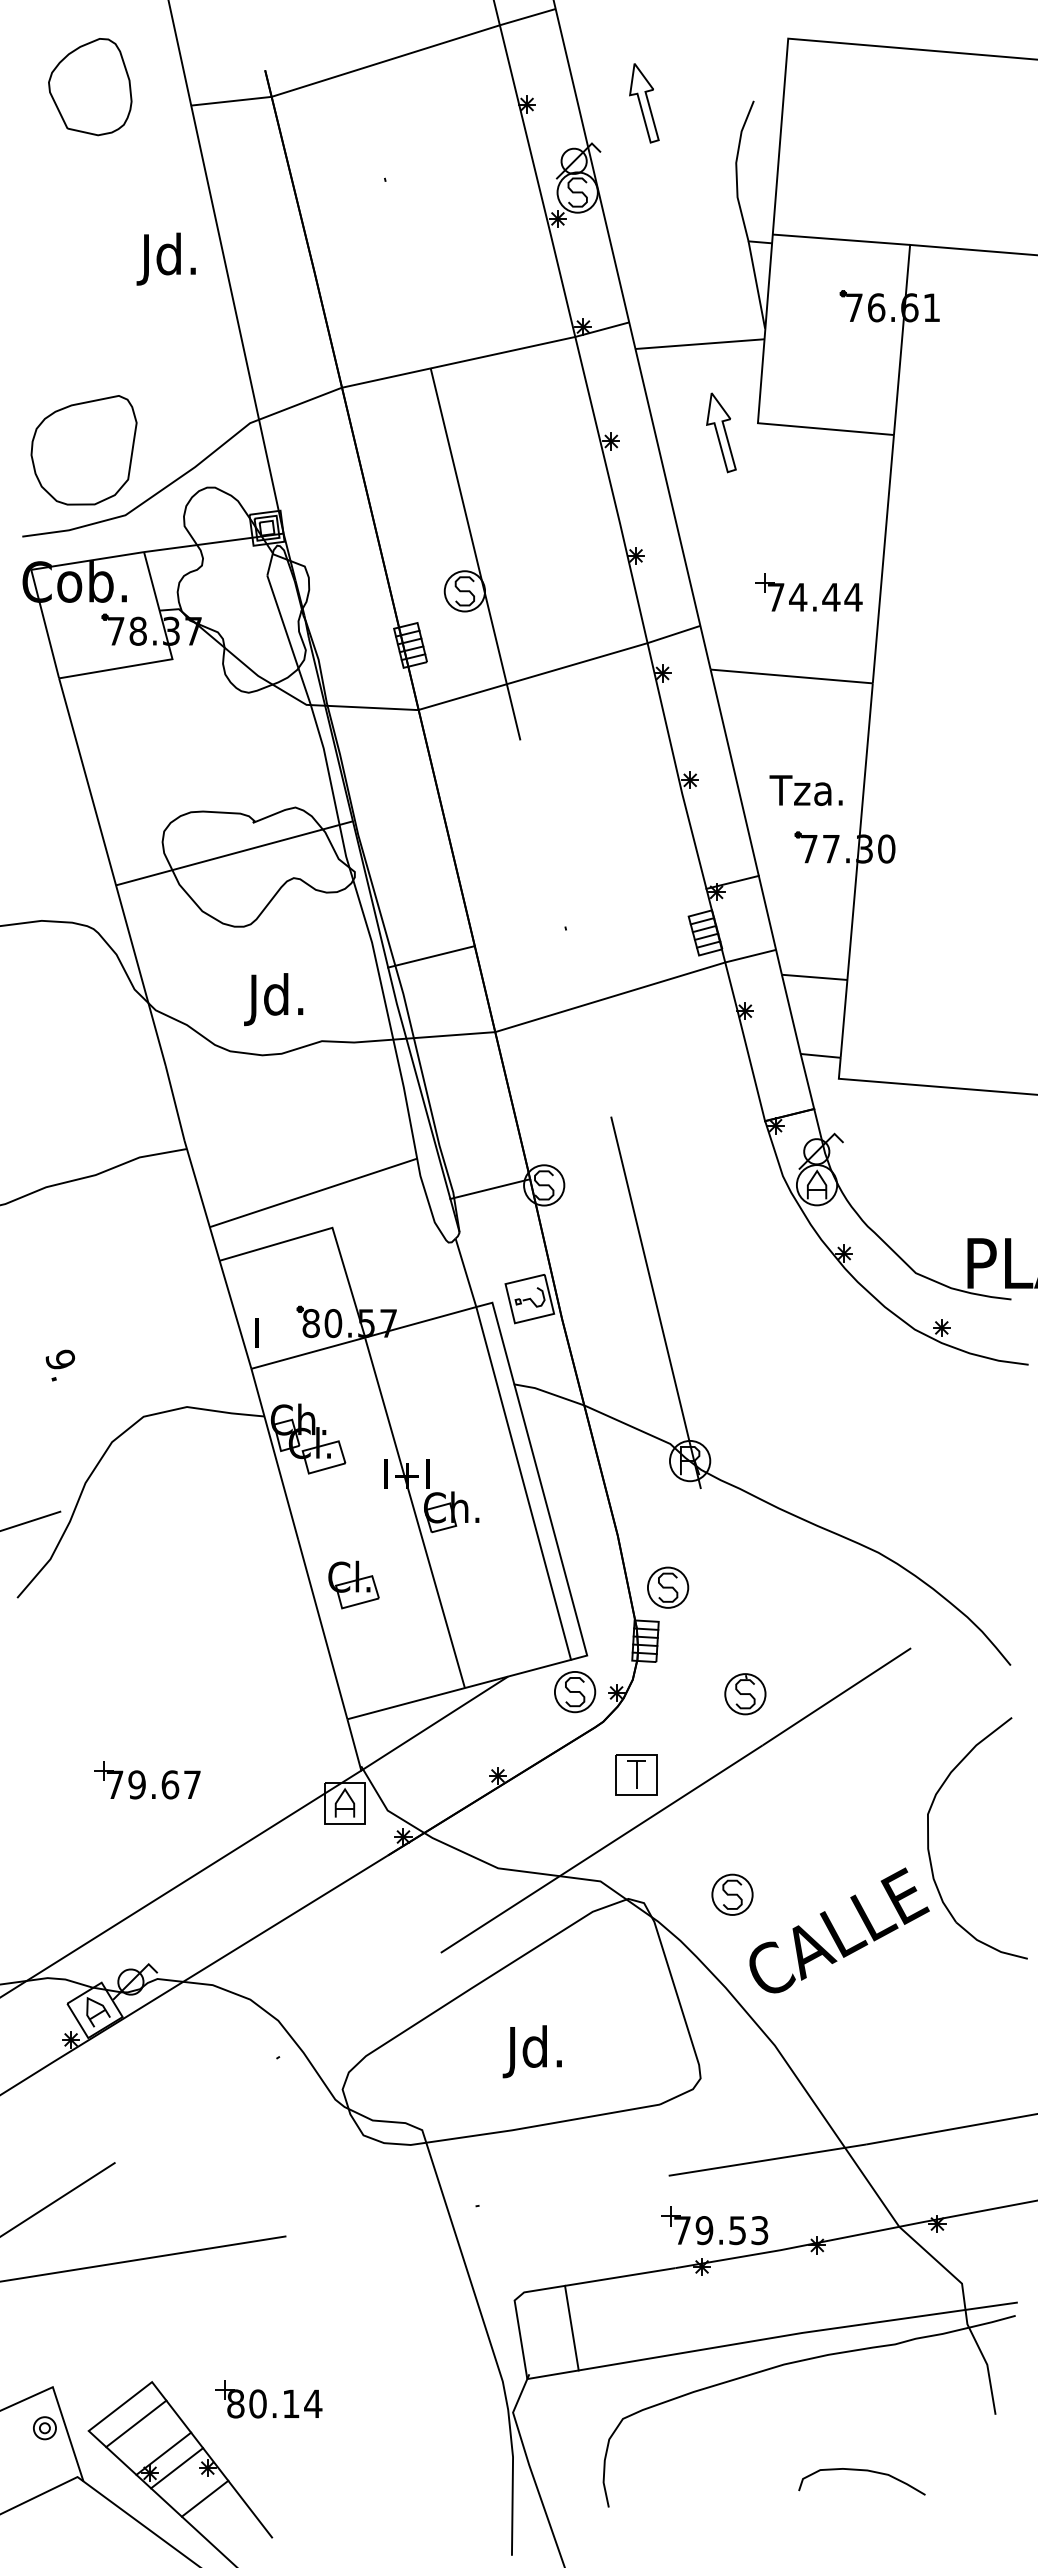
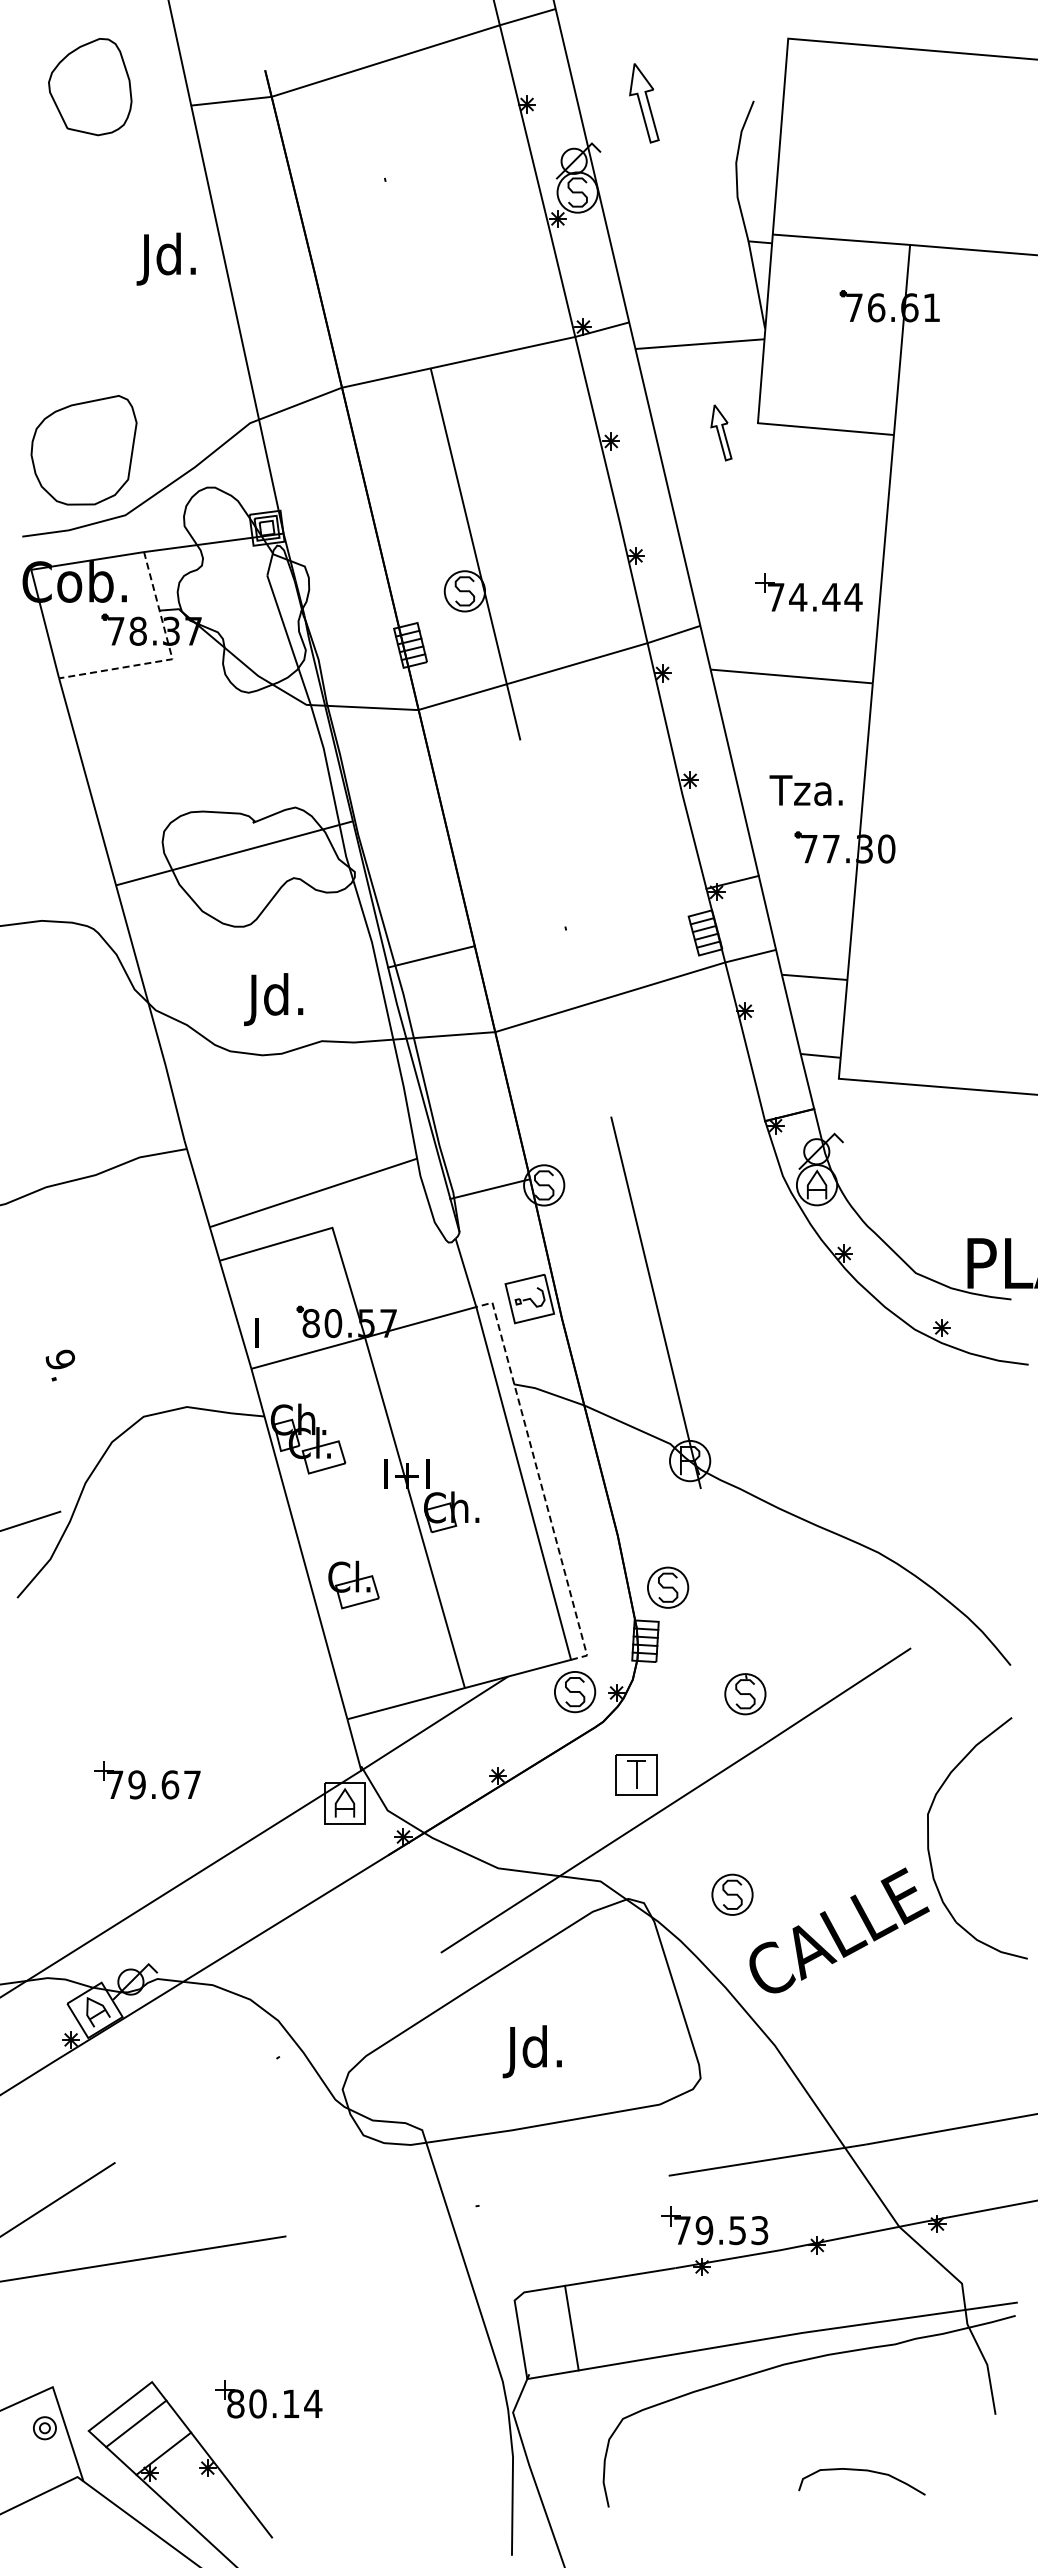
part at (721, 432) size: 31x82 px -> 23x58 px
line at (170, 659): solid -> dashed
line at (539, 1479): solid -> dashed
line at (177, 2468): present -> none
line at (204, 2498): present -> none
